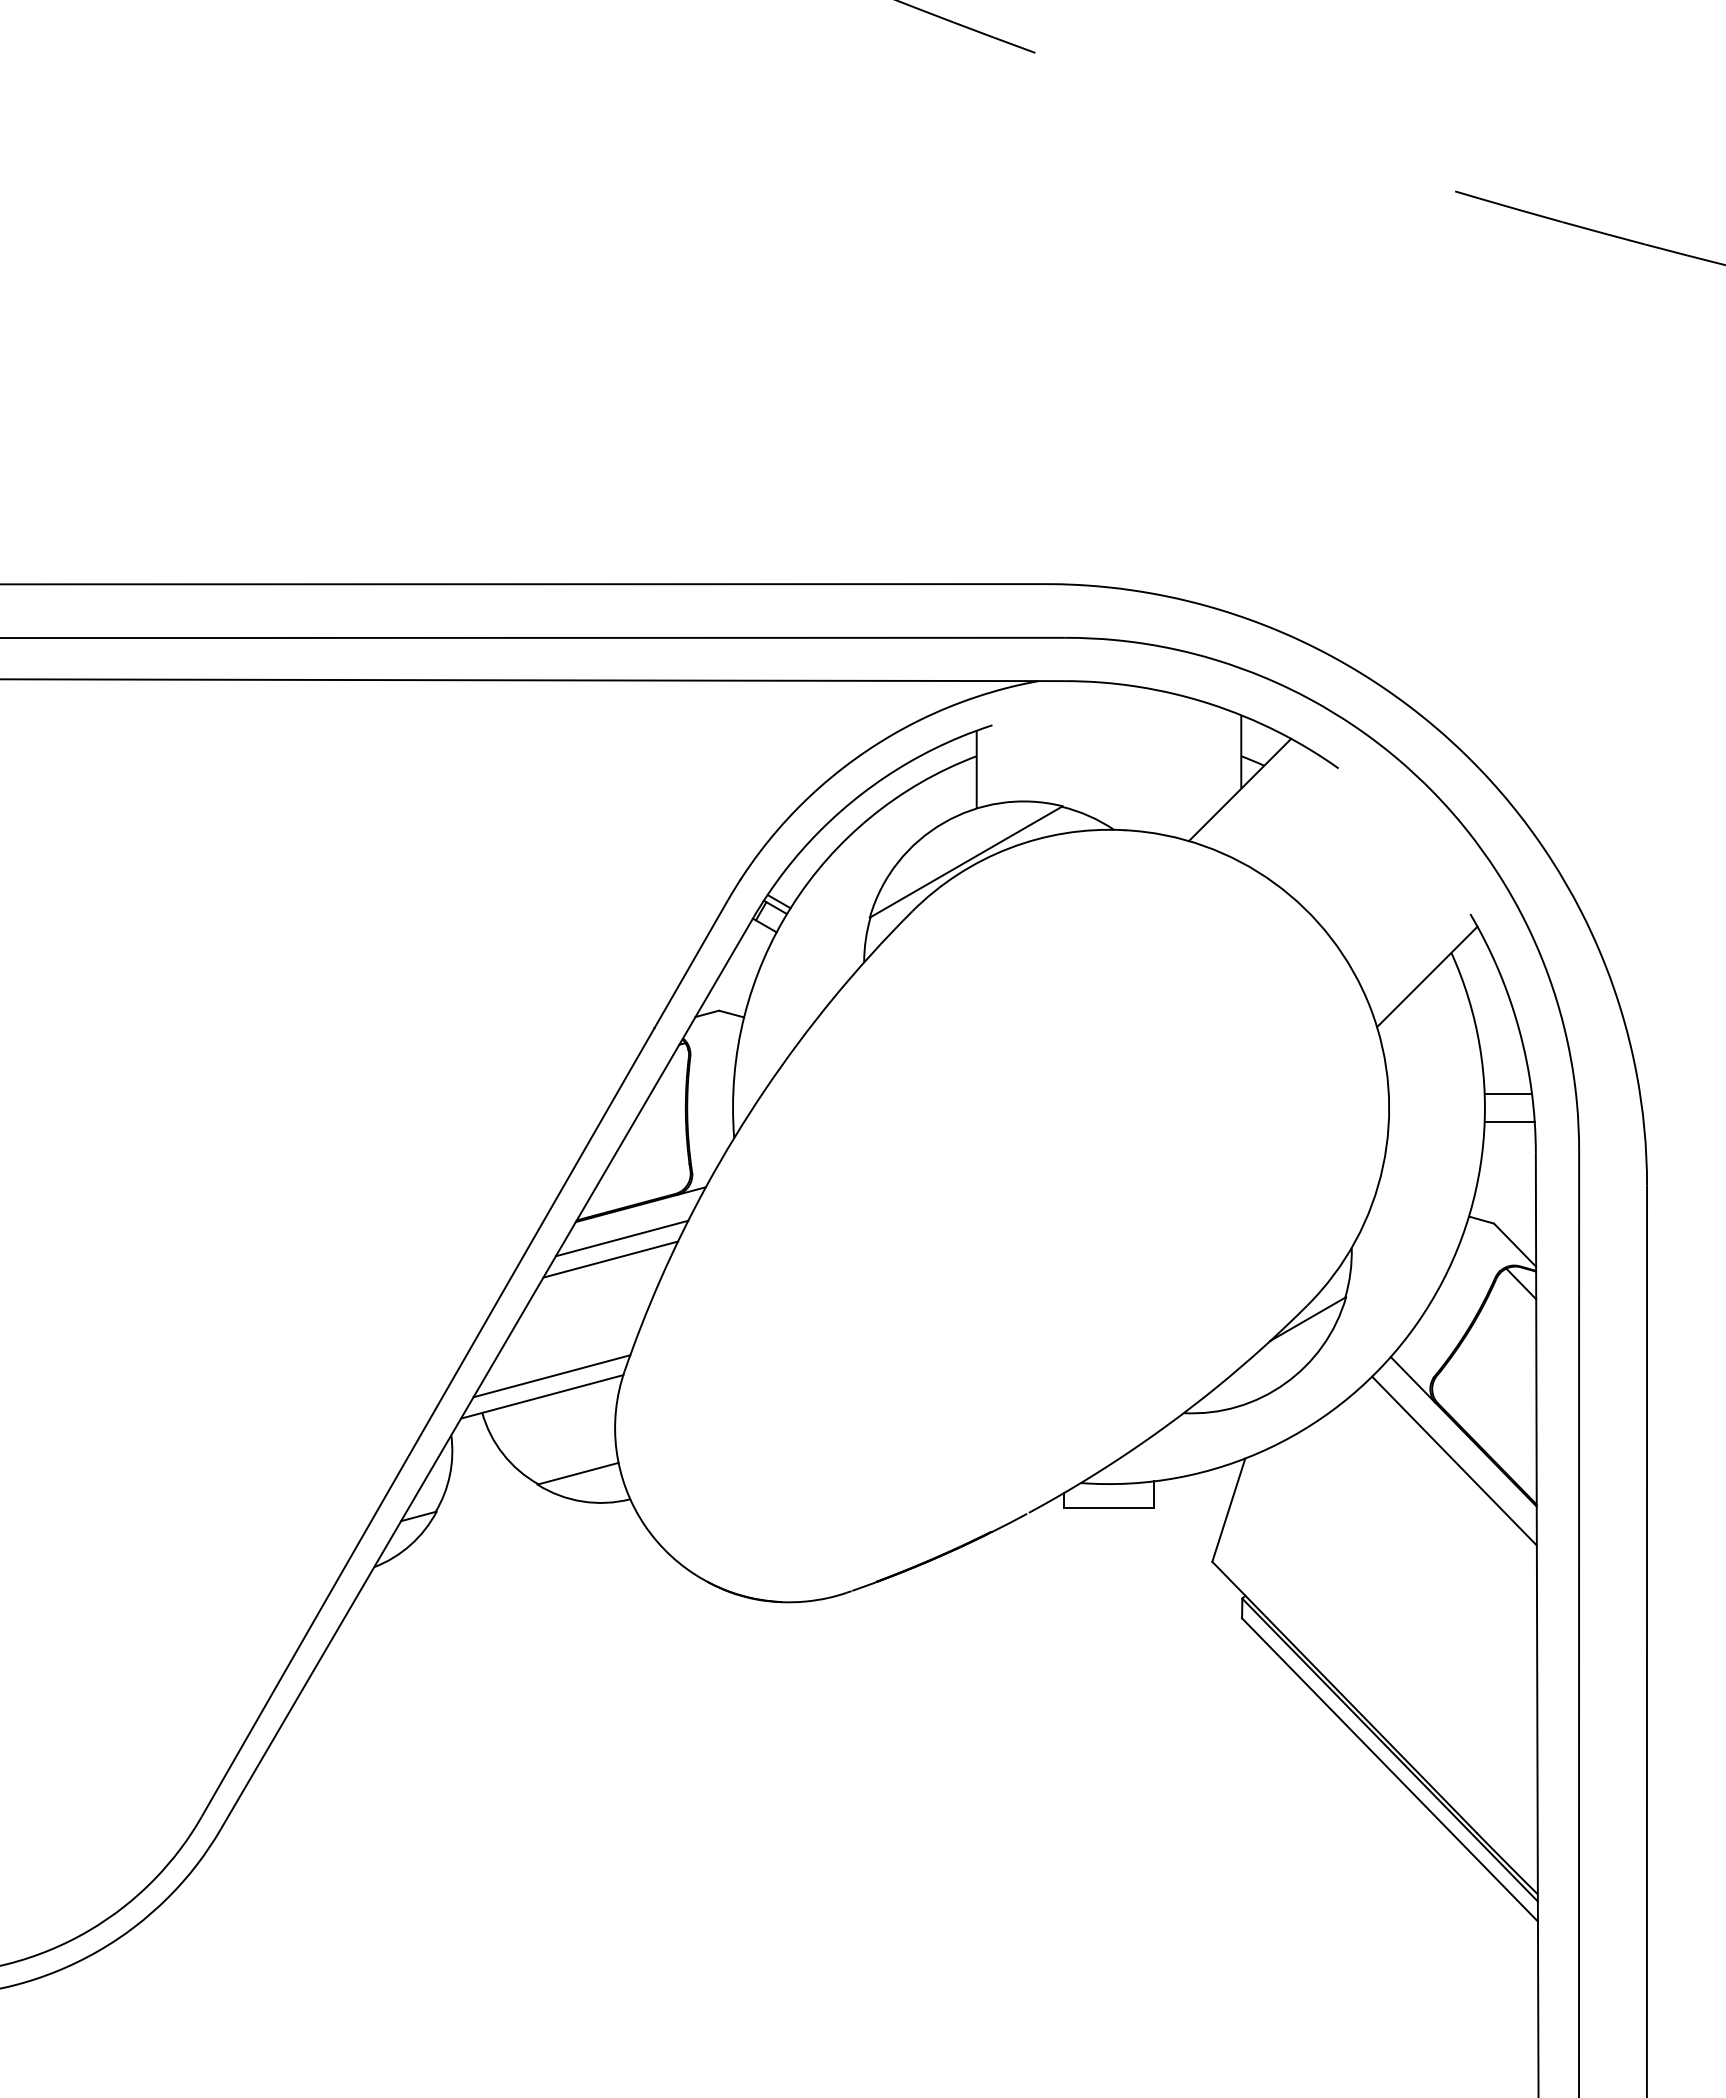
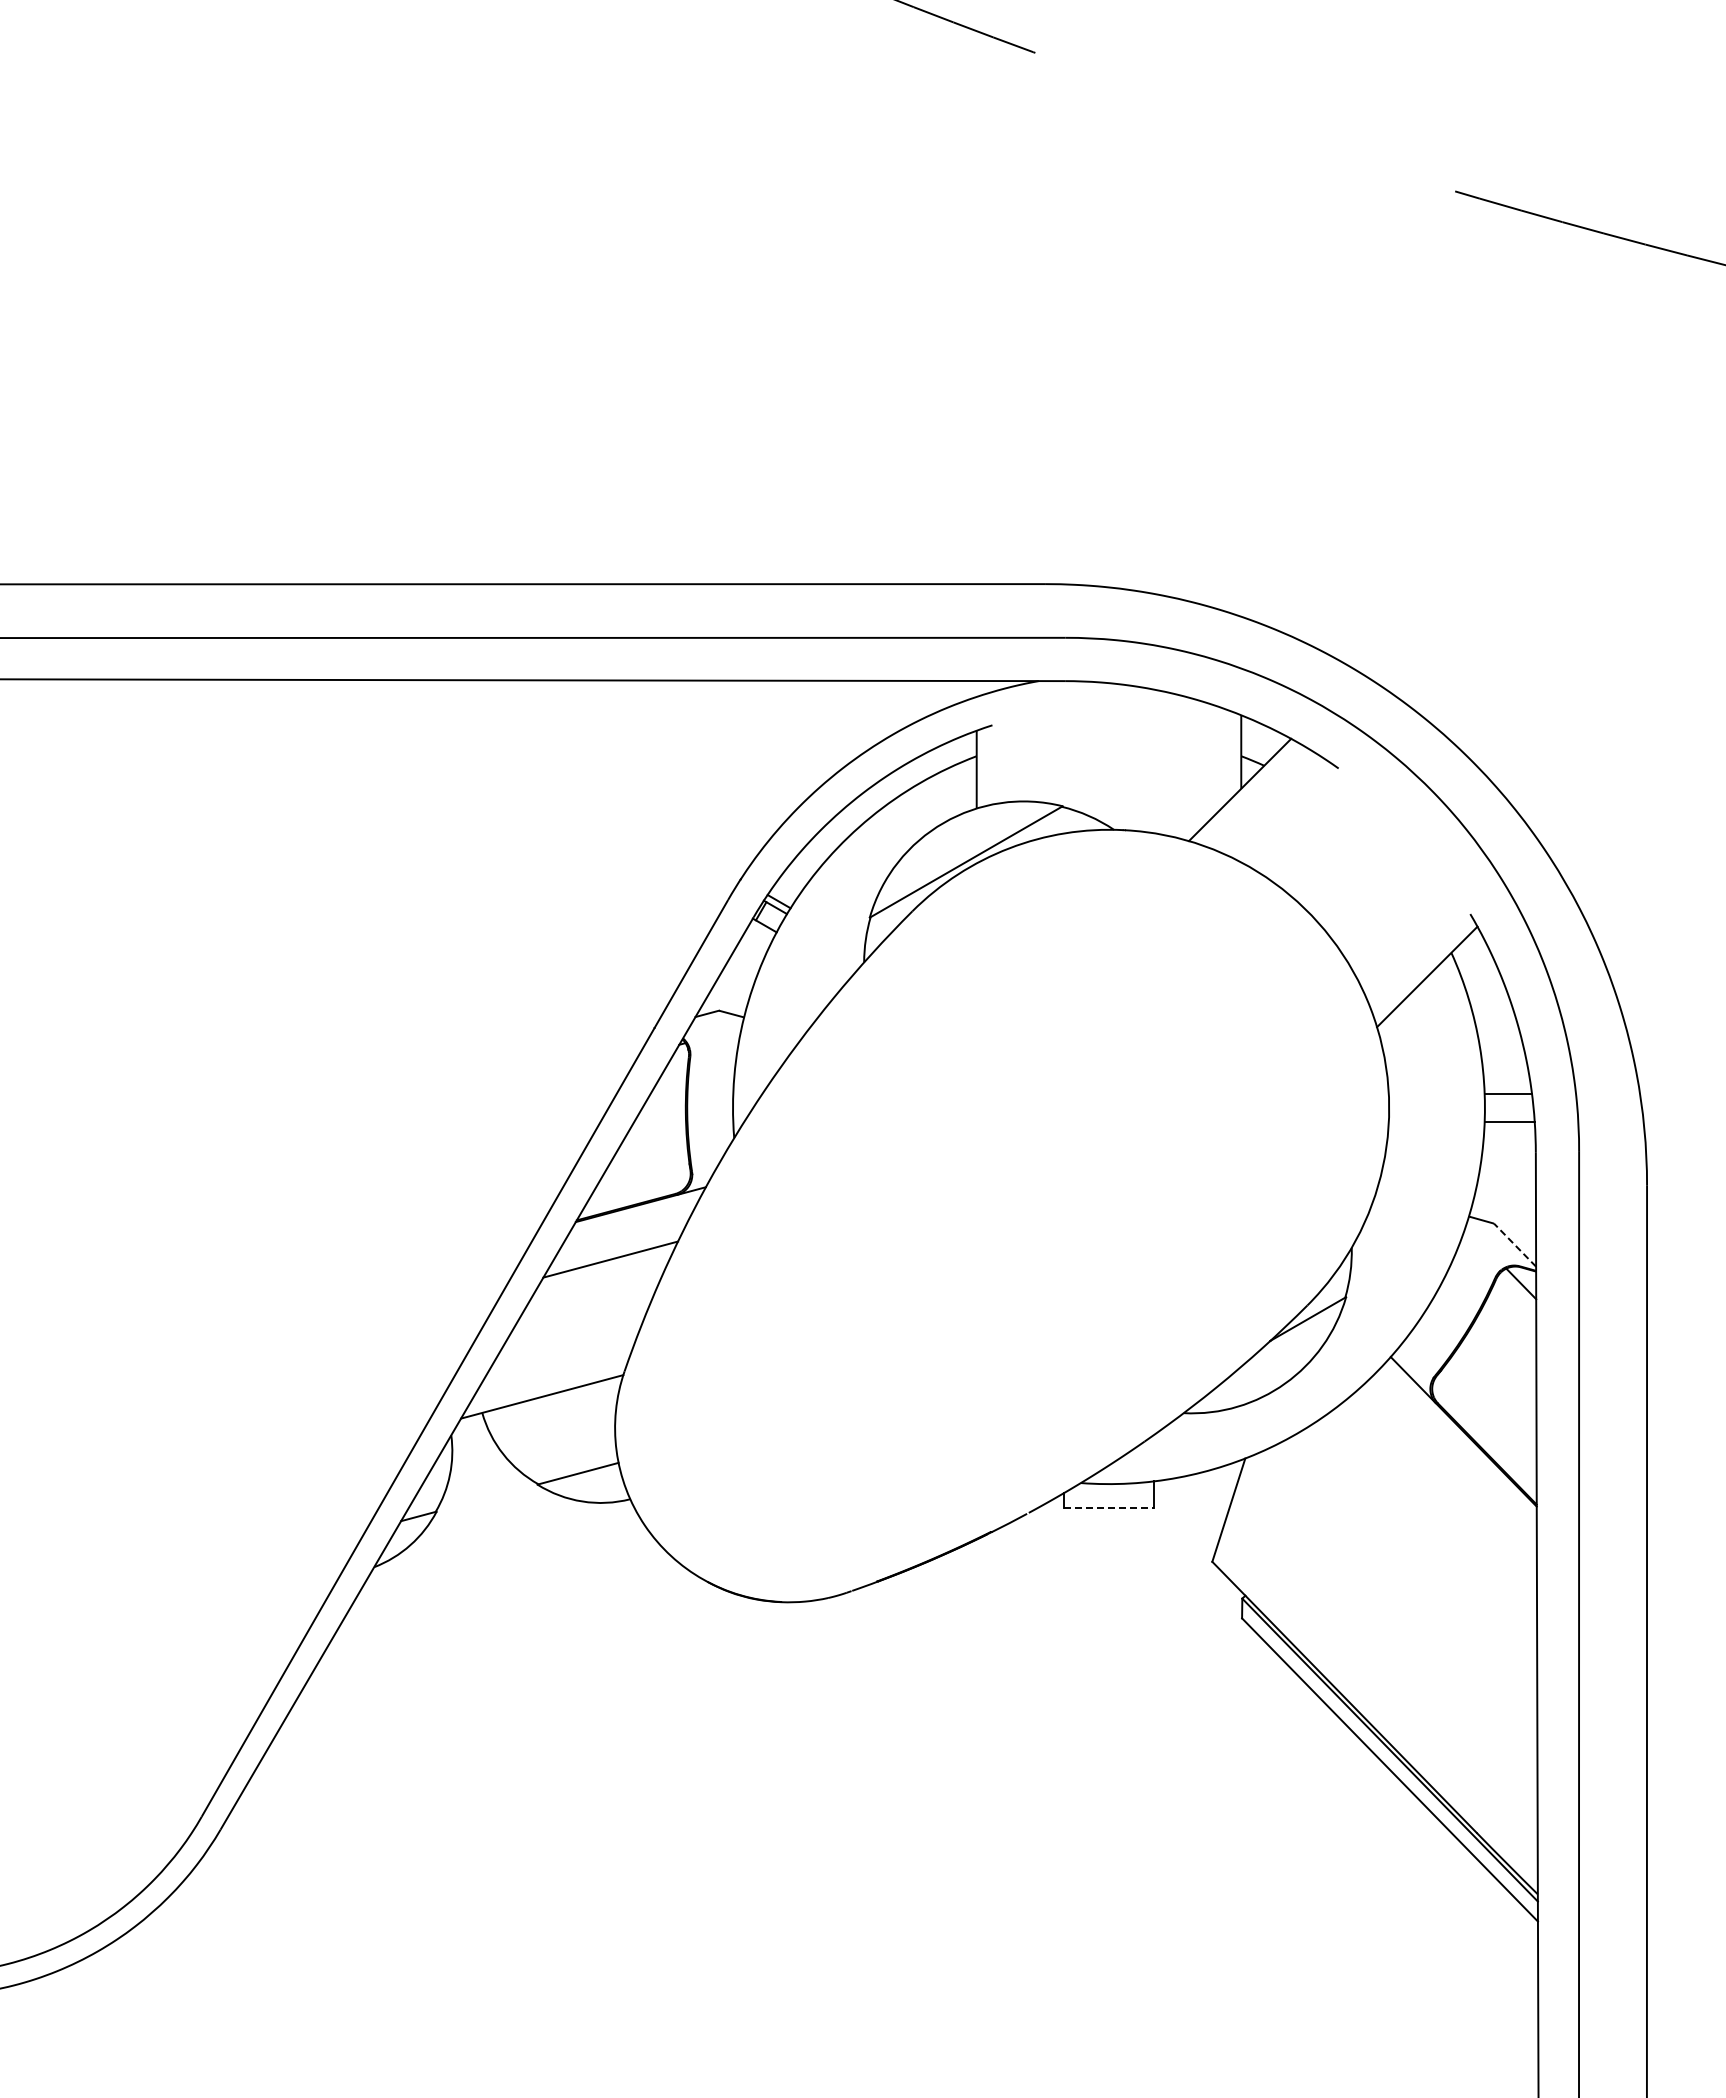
line at (621, 1238): present -> none
line at (1514, 1244): solid -> dashed
line at (551, 1376): present -> none
line at (1454, 1460): present -> none
line at (1109, 1507): solid -> dashed
